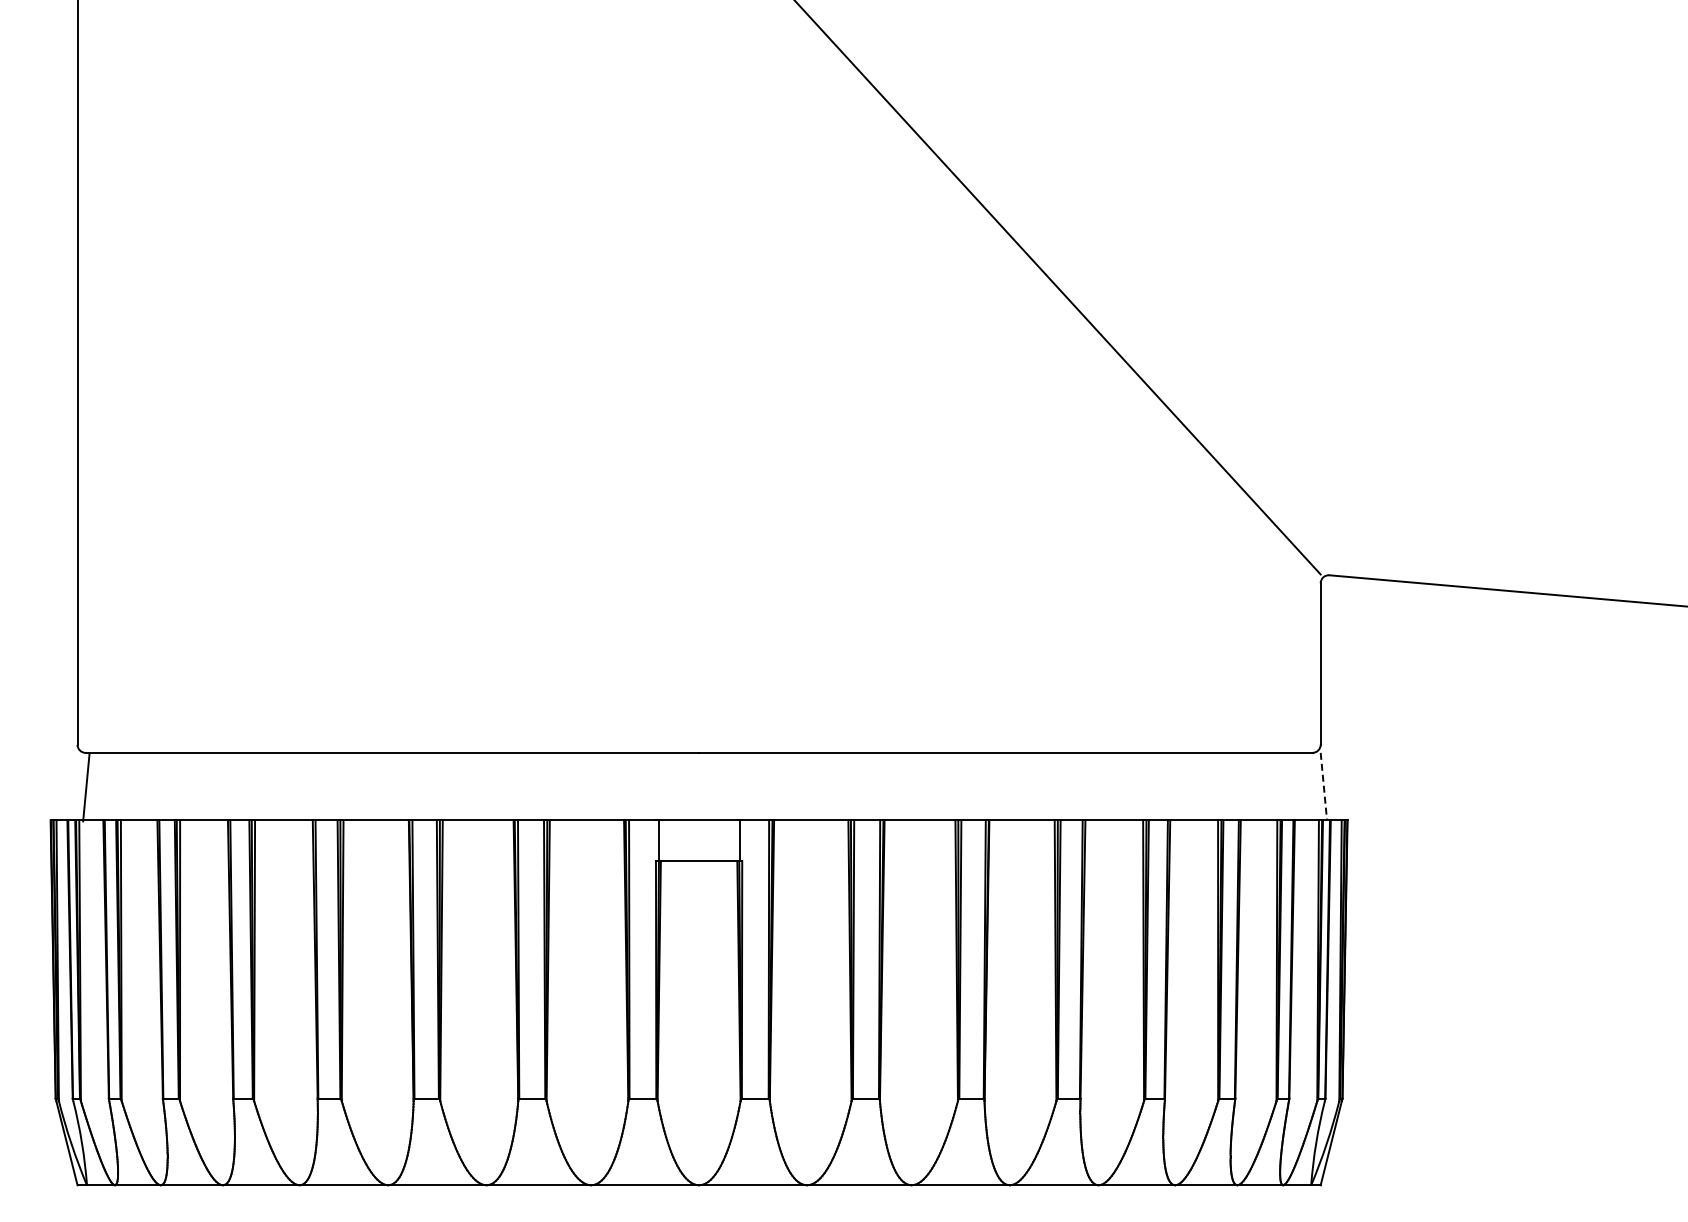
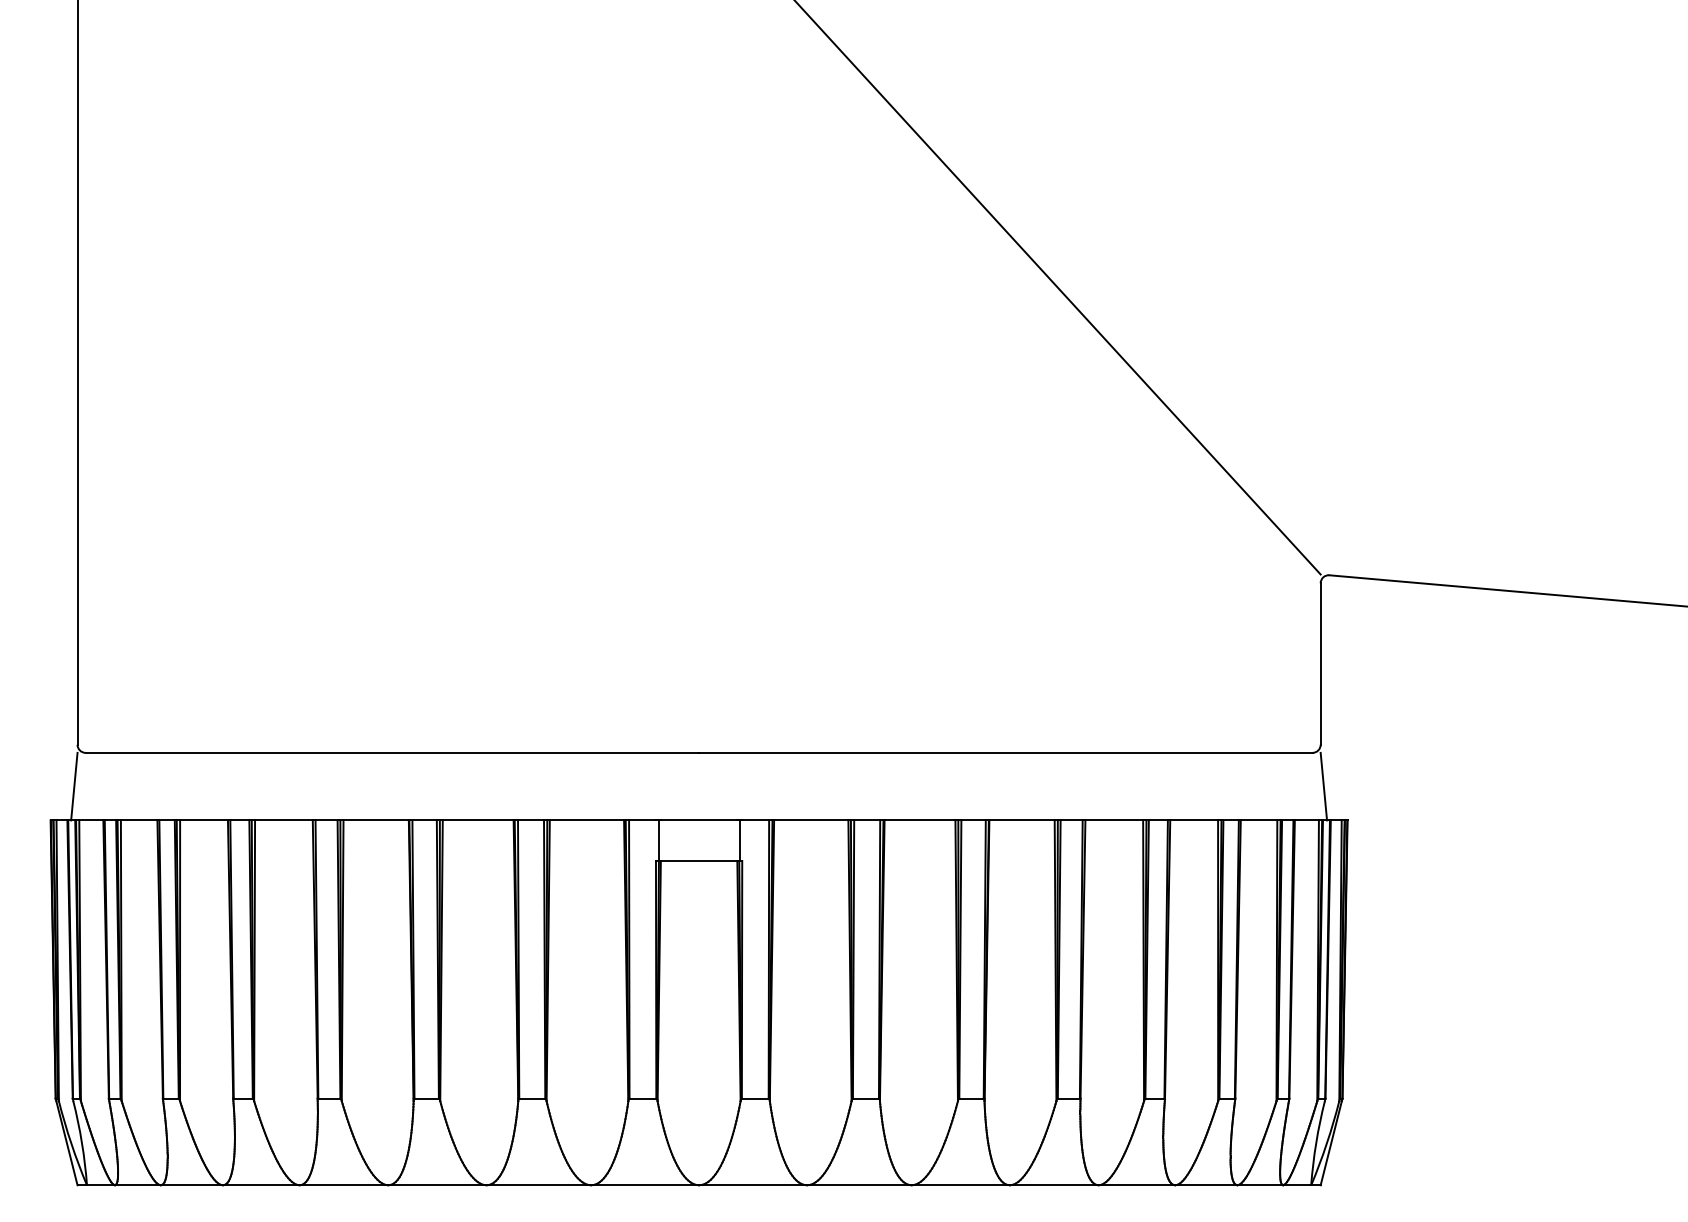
line at (1323, 786): dashed -> solid
line at (86, 787) position: (86, 787) -> (74, 786)
